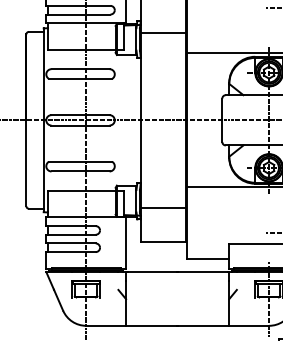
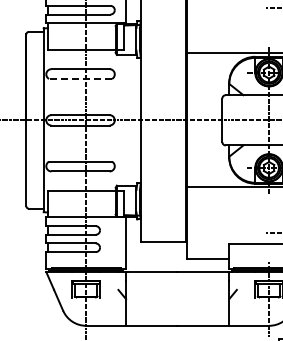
line at (162, 32): present -> none
line at (80, 78): solid -> dashed
line at (162, 208): present -> none
